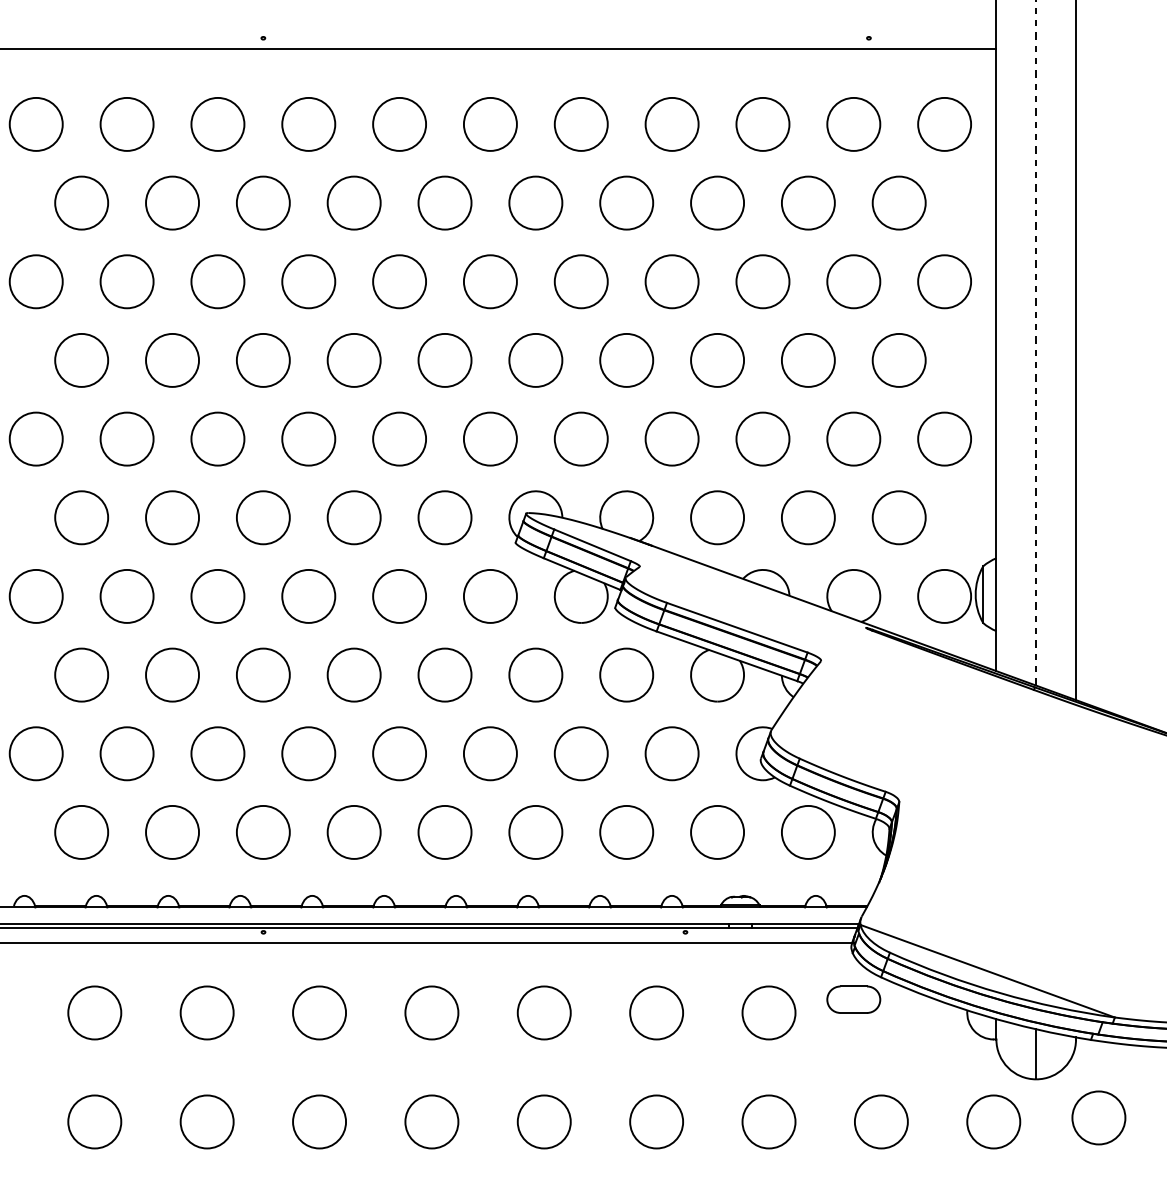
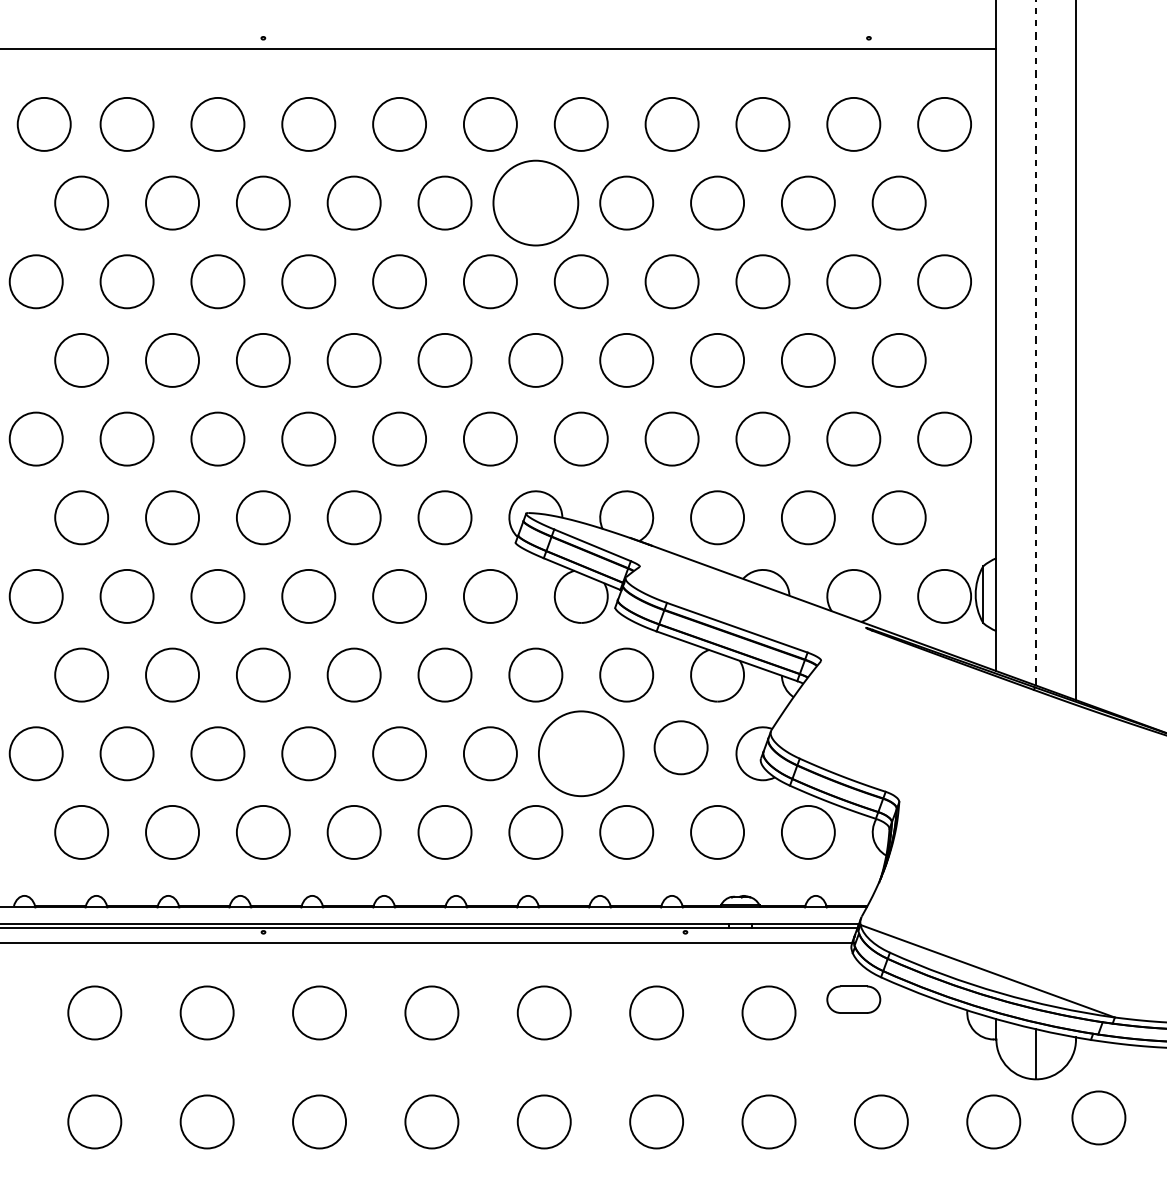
circle at (35, 124) position: (35, 124) -> (43, 124)
circle at (535, 202) diameter: 53 px -> 85 px
circle at (580, 753) diameter: 53 px -> 85 px
circle at (671, 753) position: (671, 753) -> (680, 747)
